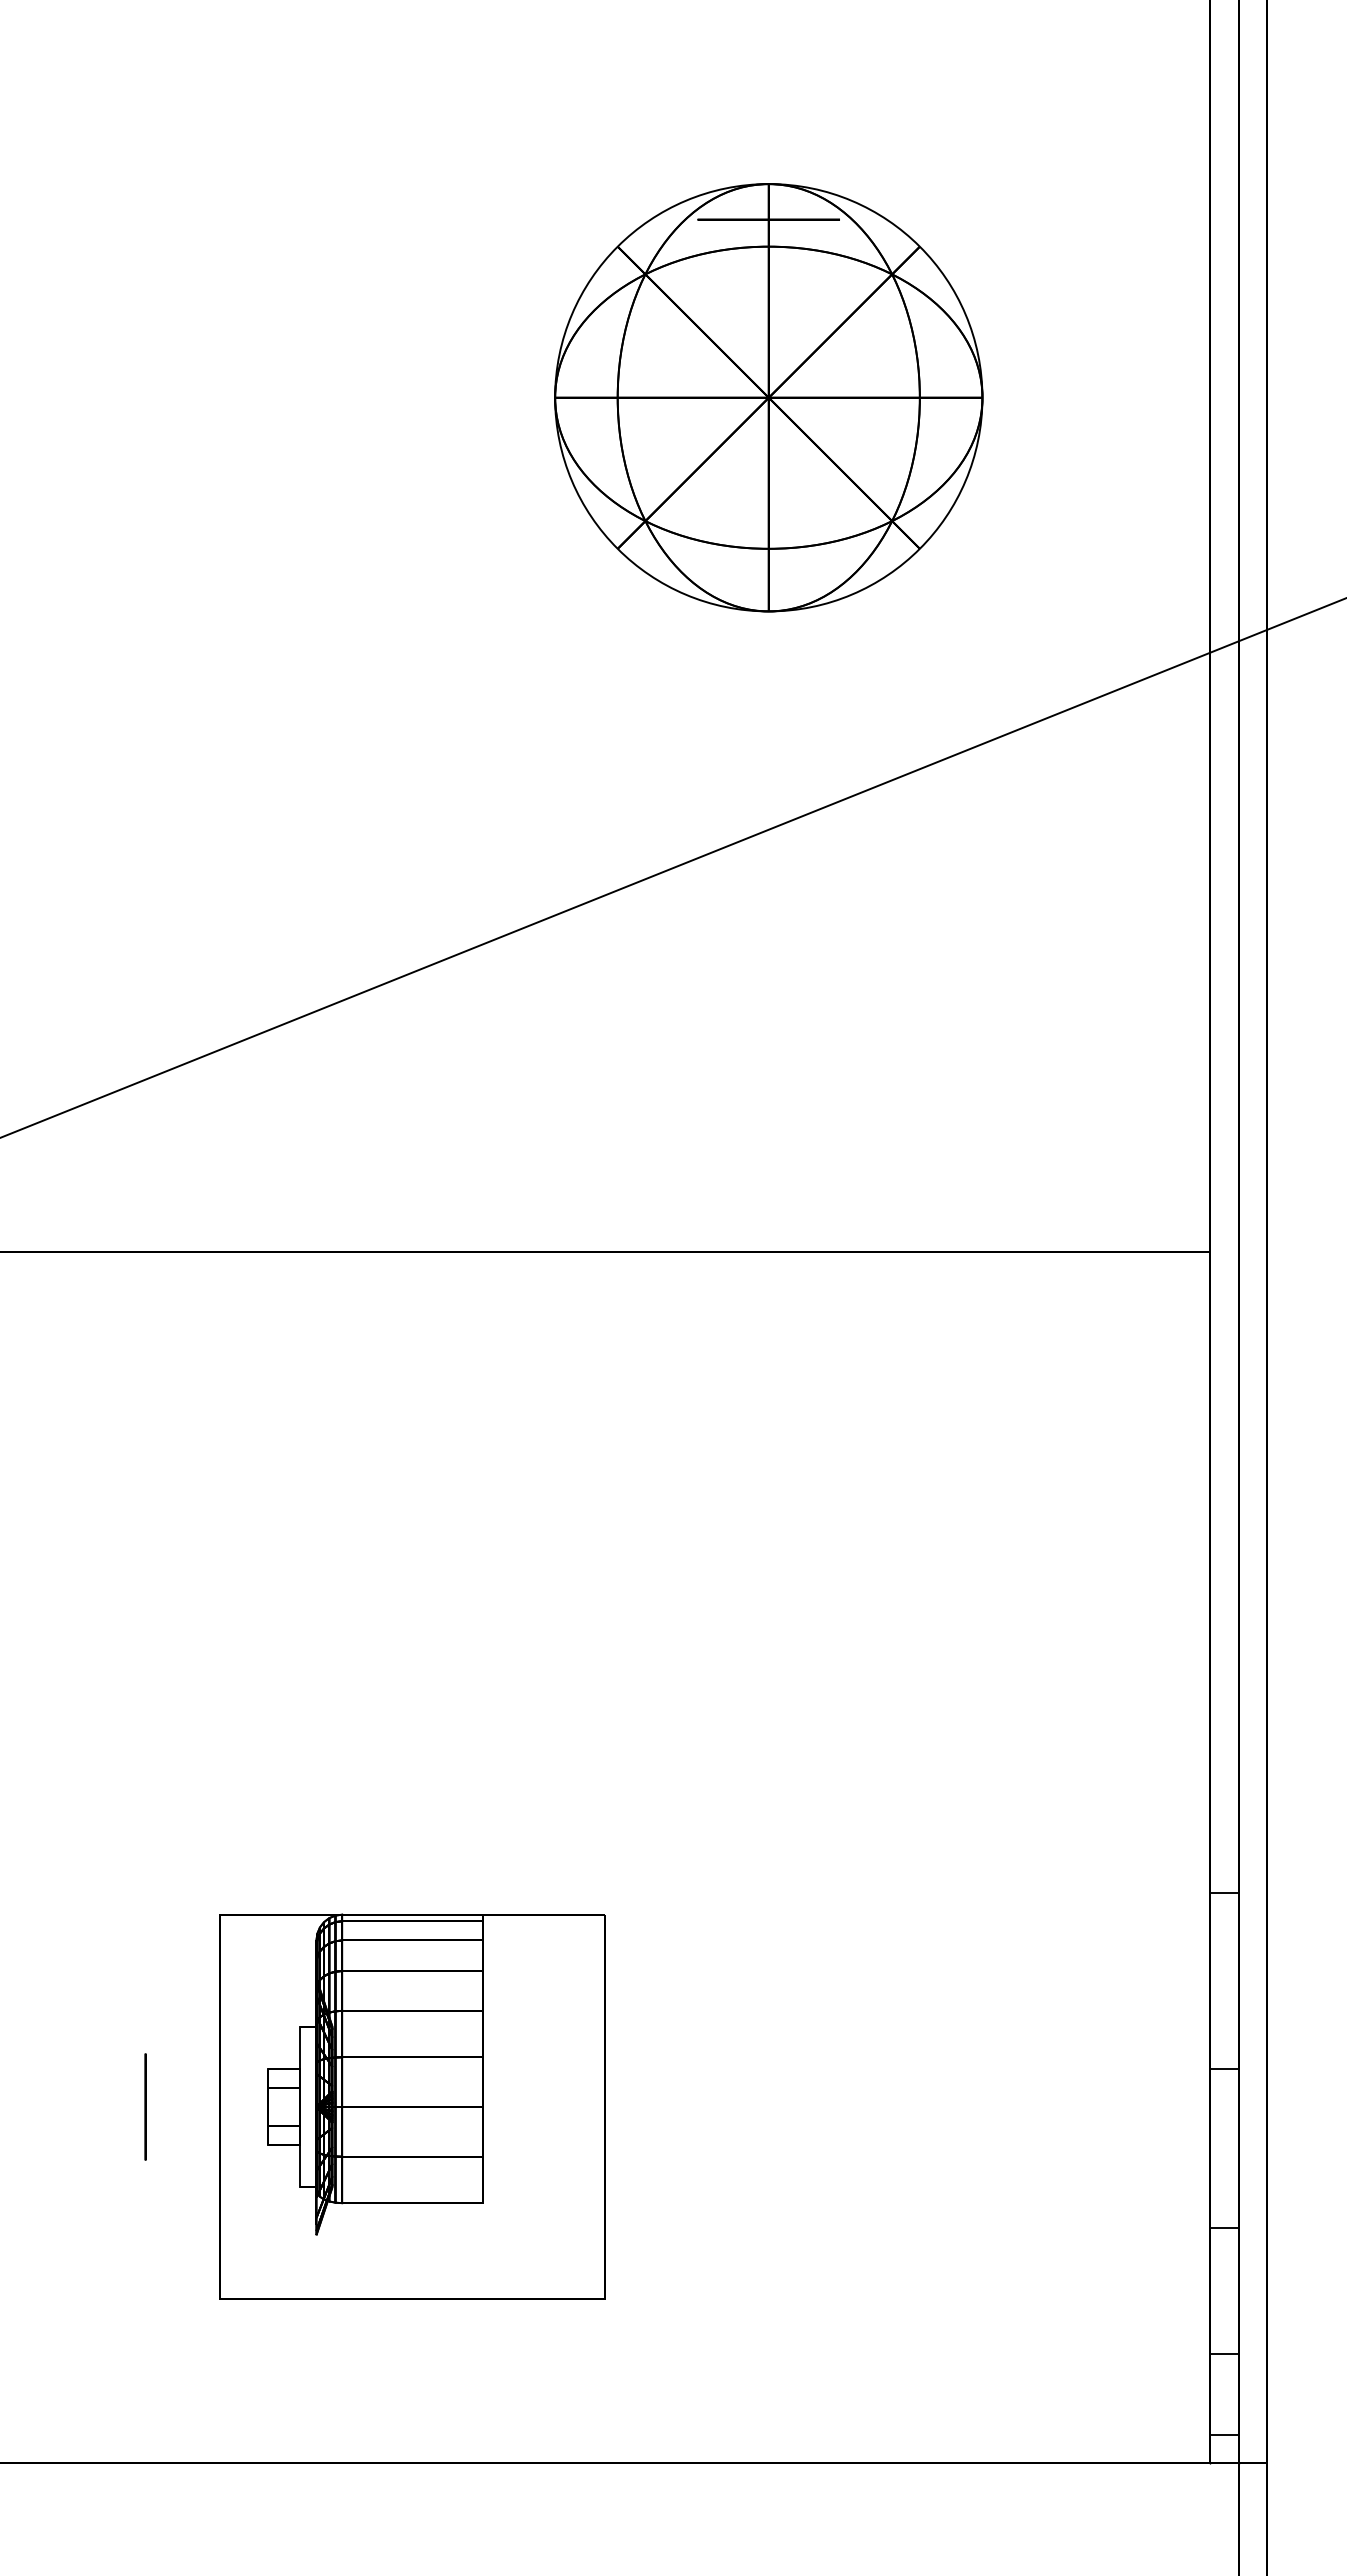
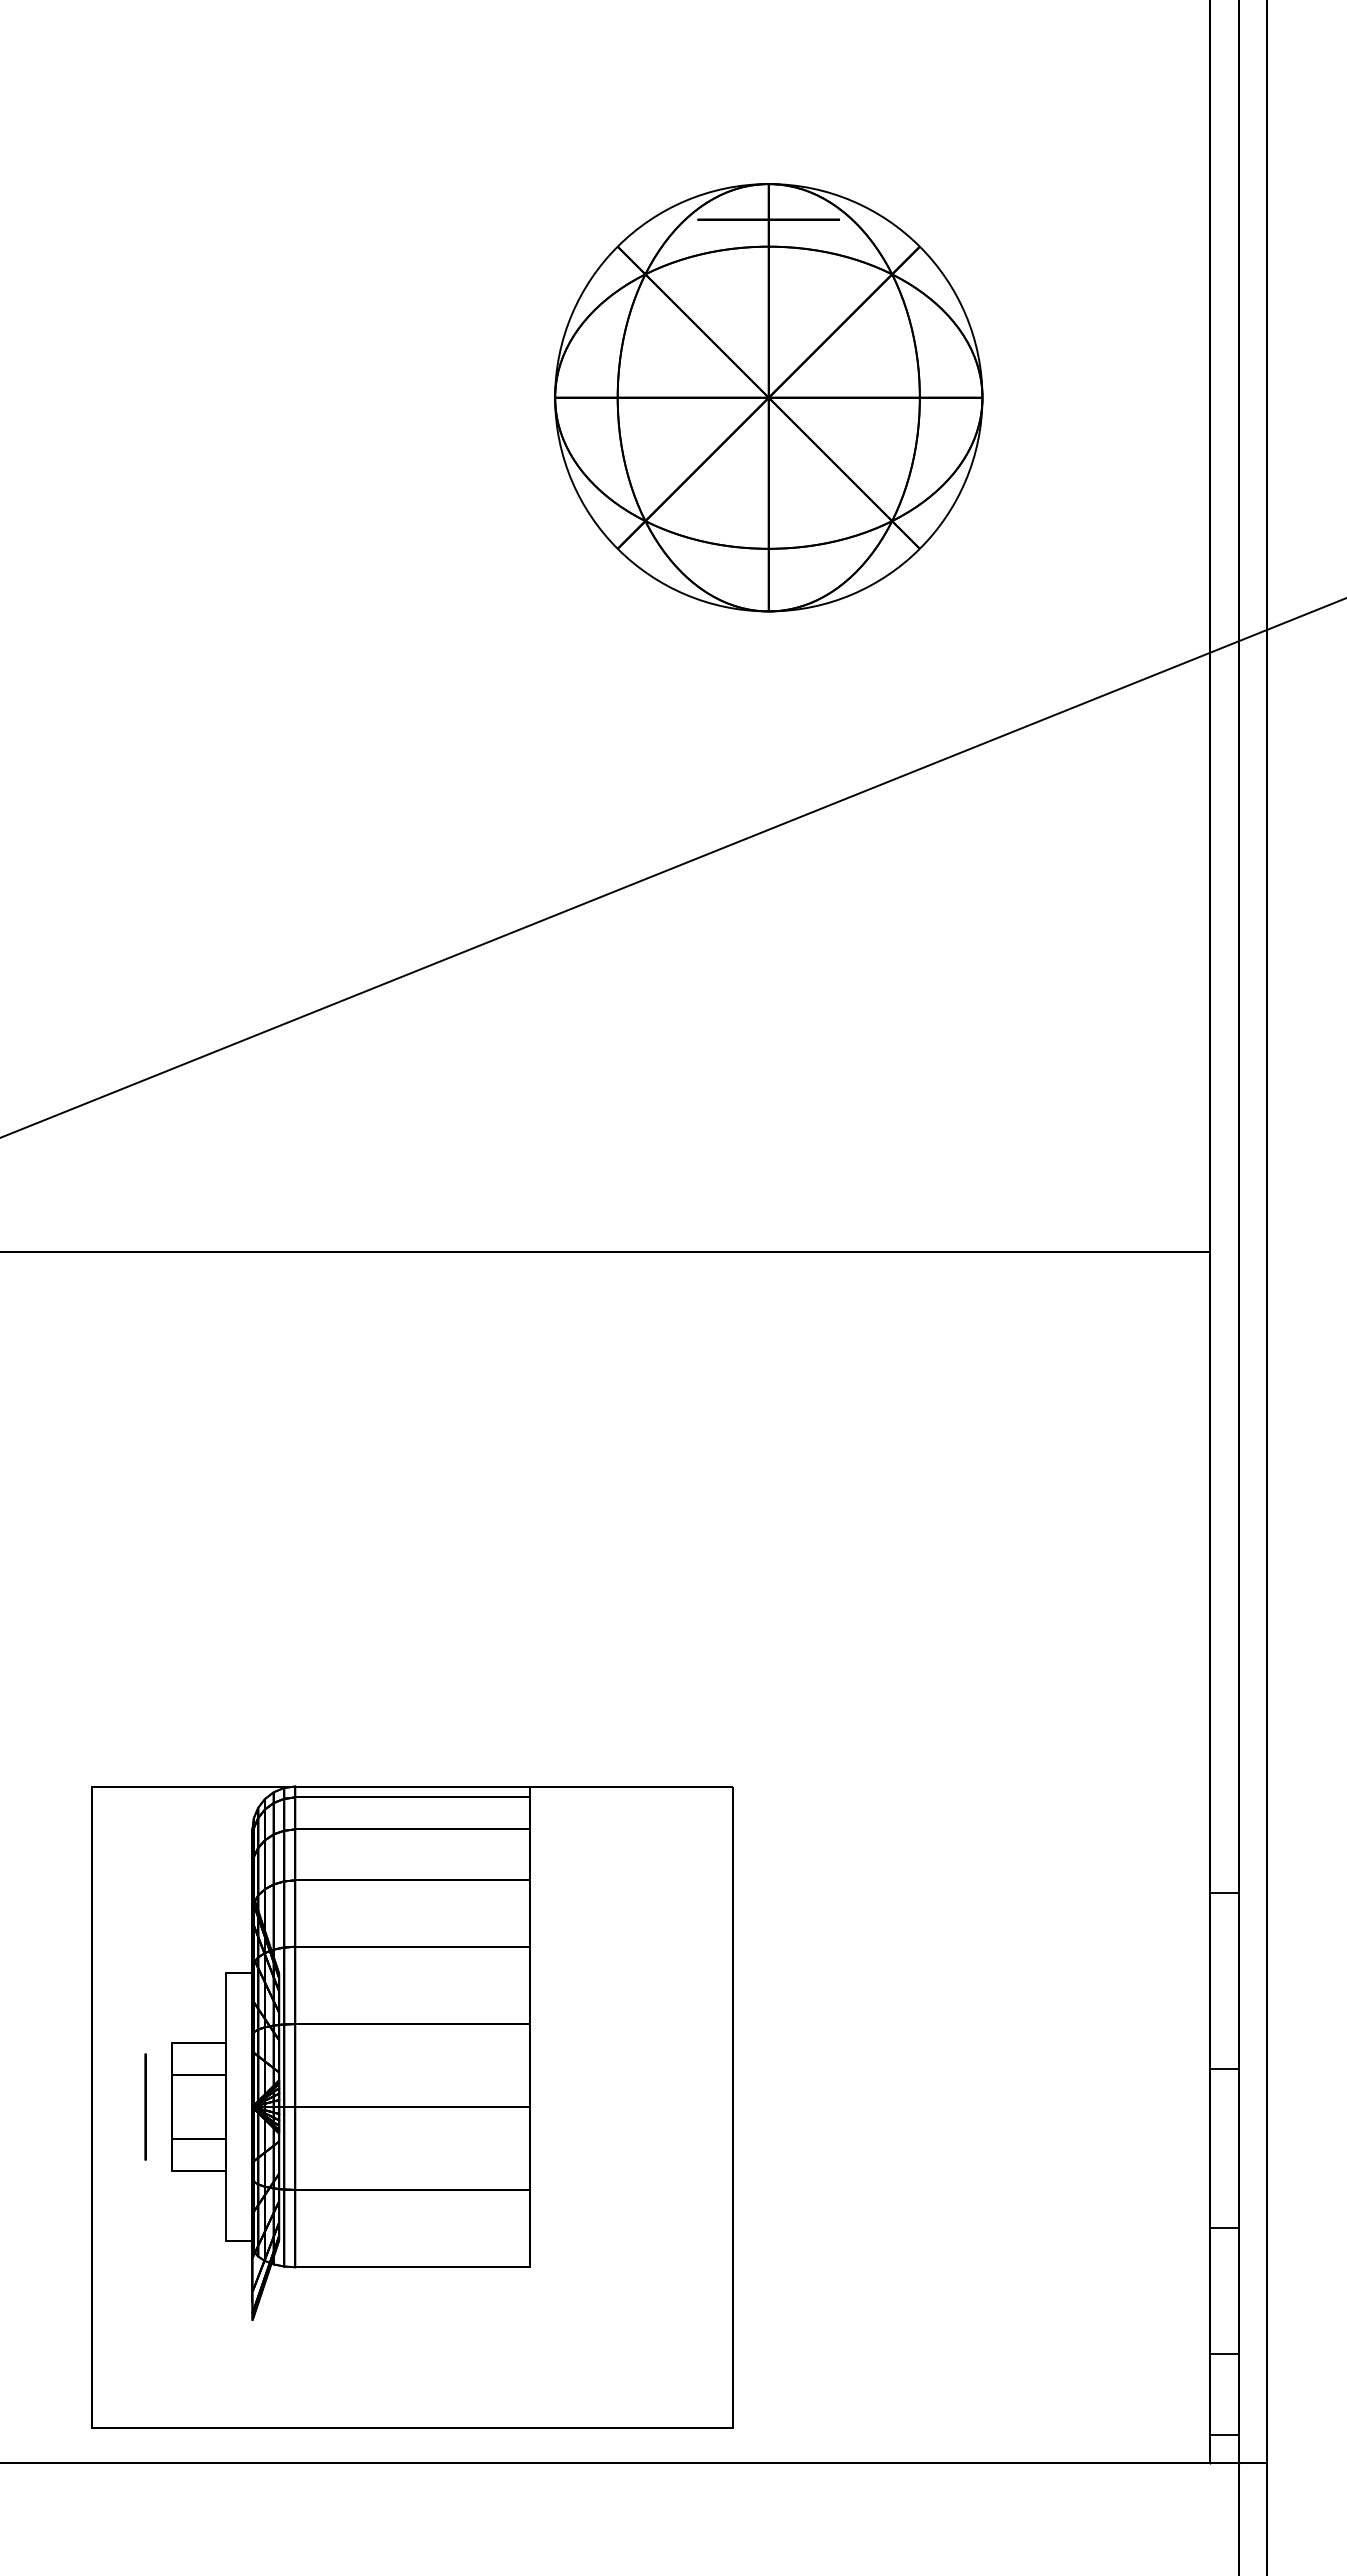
part at (412, 2106) size: 387x387 px -> 643x644 px
